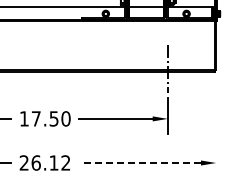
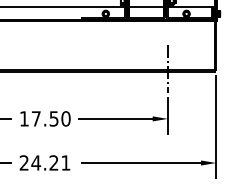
line at (216, 126): none -> present
text at (50, 162): 26.12 -> 24.21
line at (141, 163): dashed -> solid
